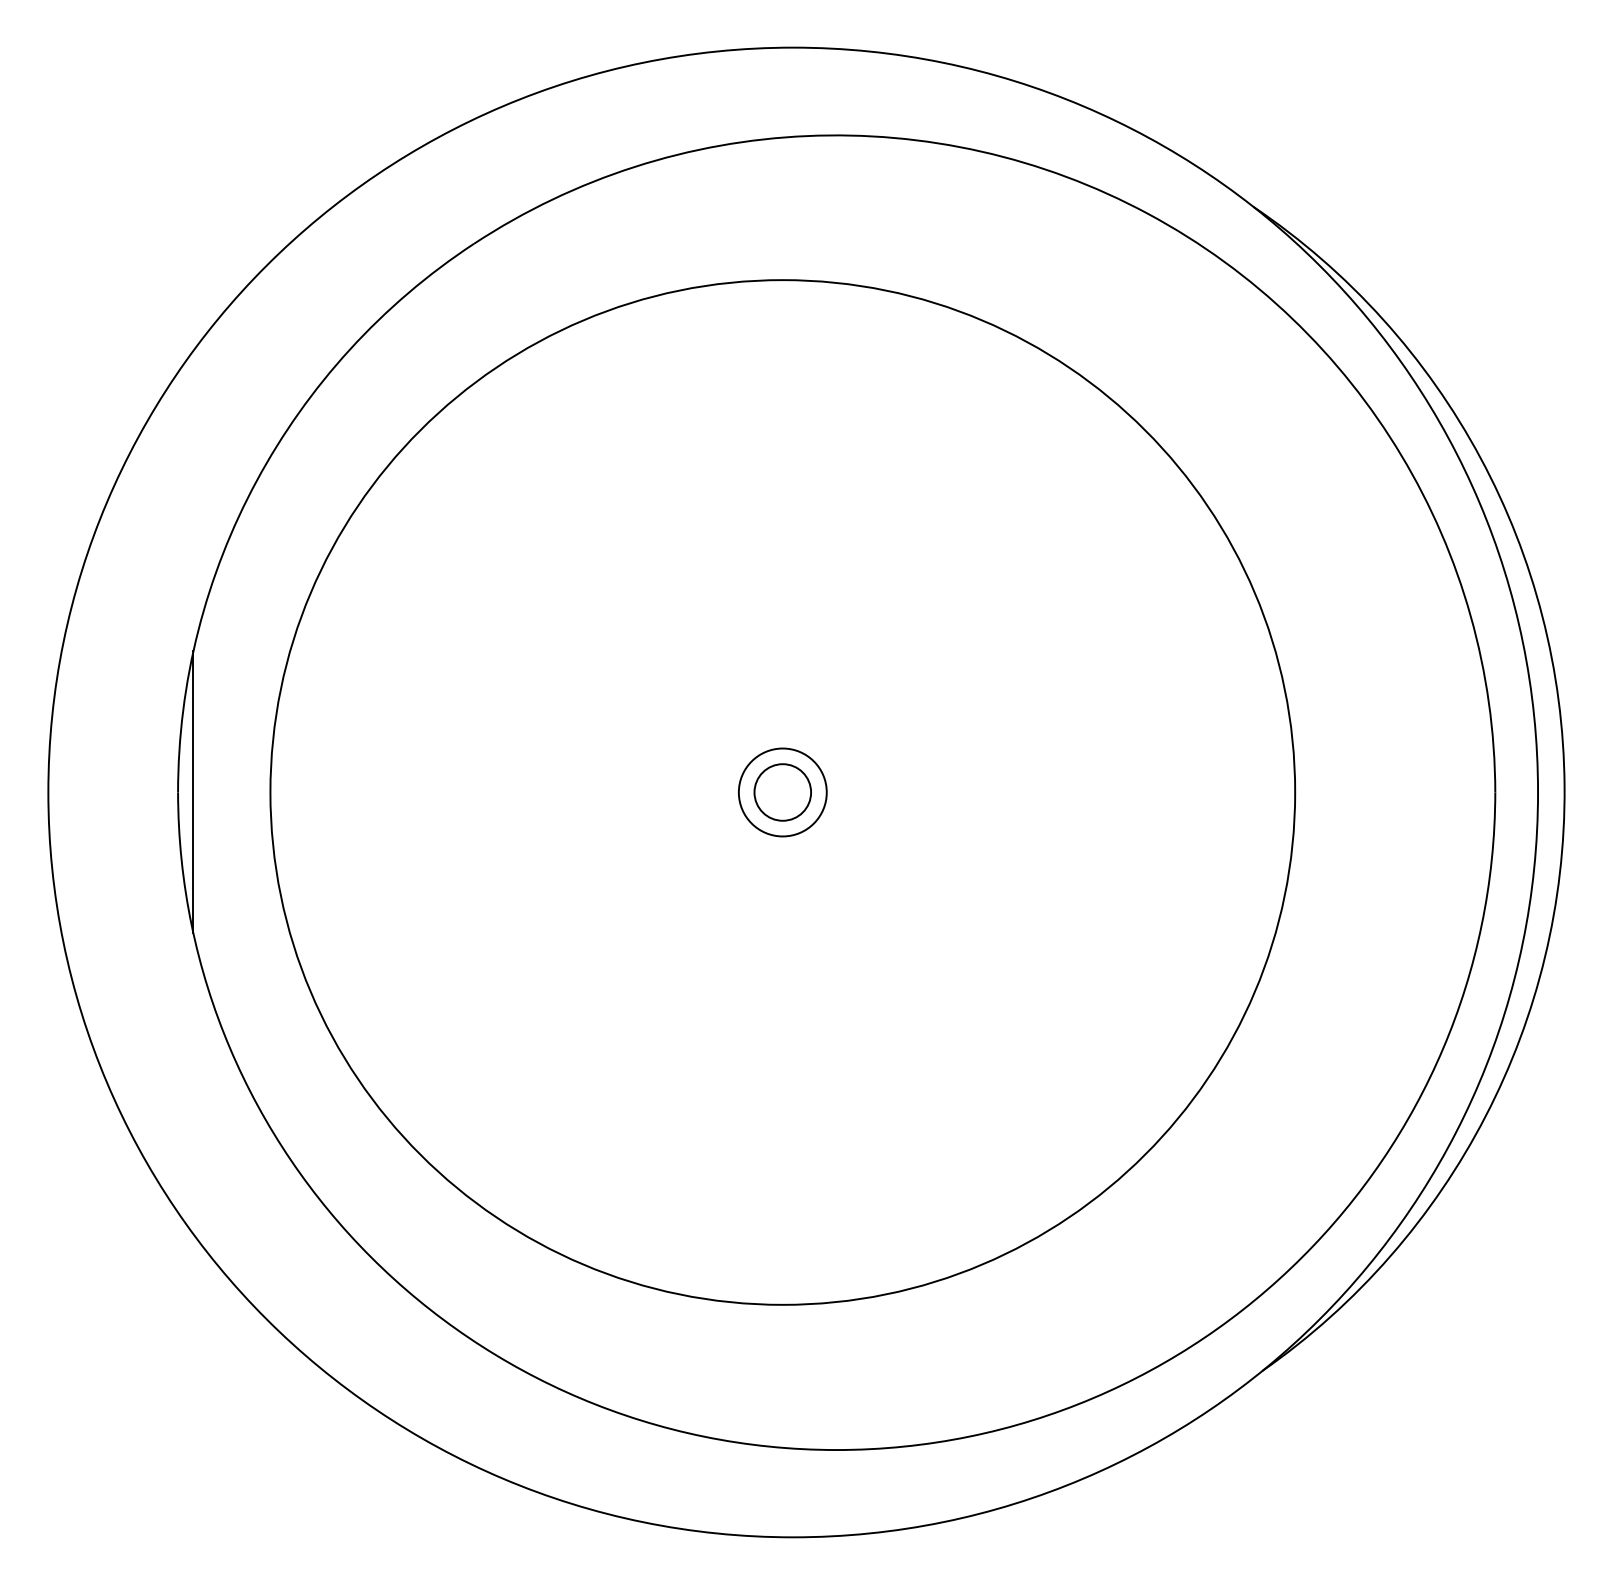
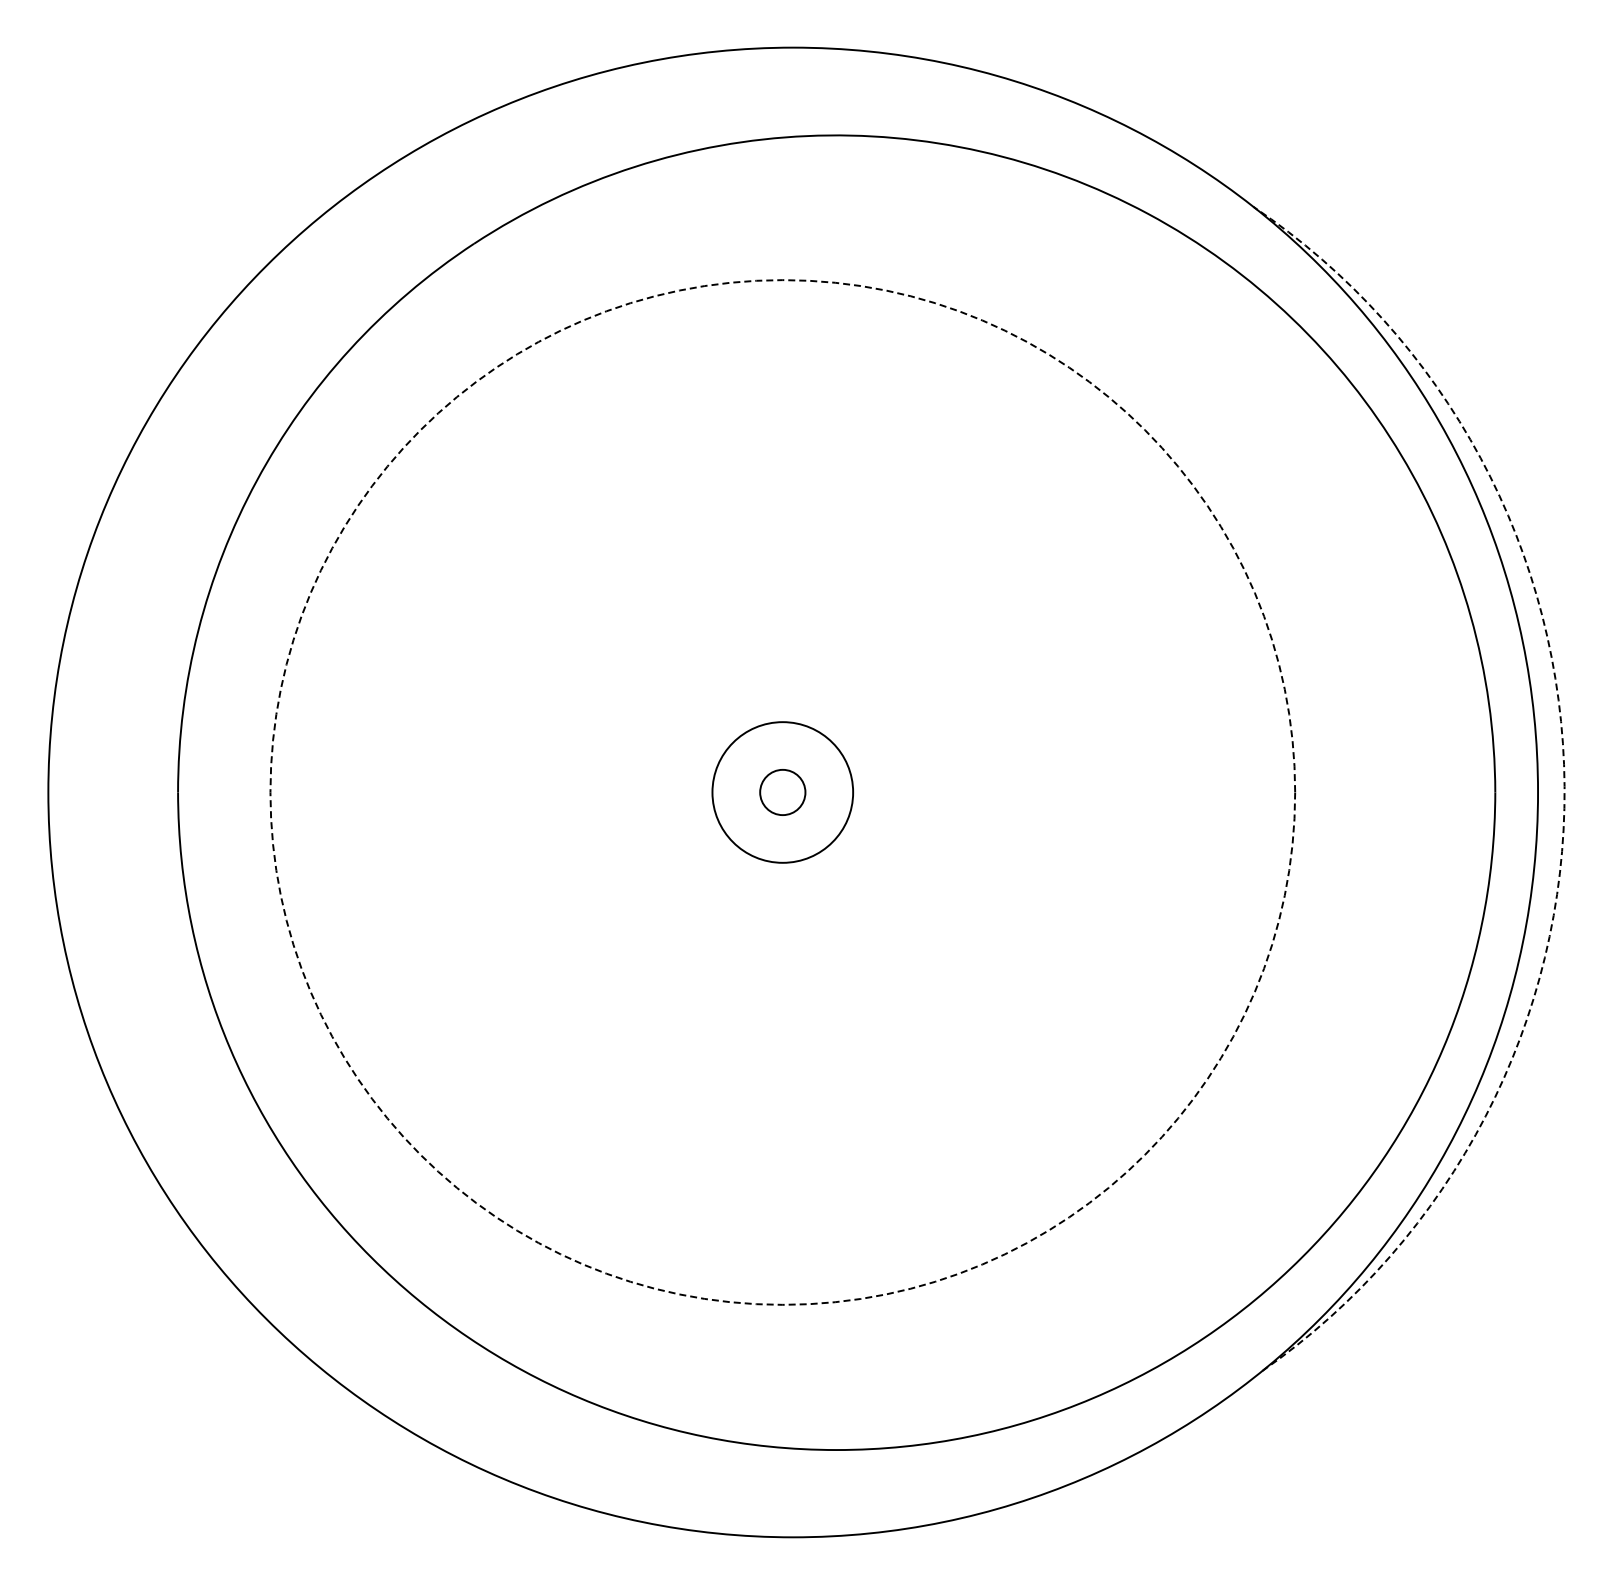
arc at (1564, 786): solid -> dashed
line at (193, 791): present -> none
circle at (782, 792) diameter: 57 px -> 45 px
circle at (782, 792) diameter: 88 px -> 141 px
circle at (782, 792): solid -> dashed
